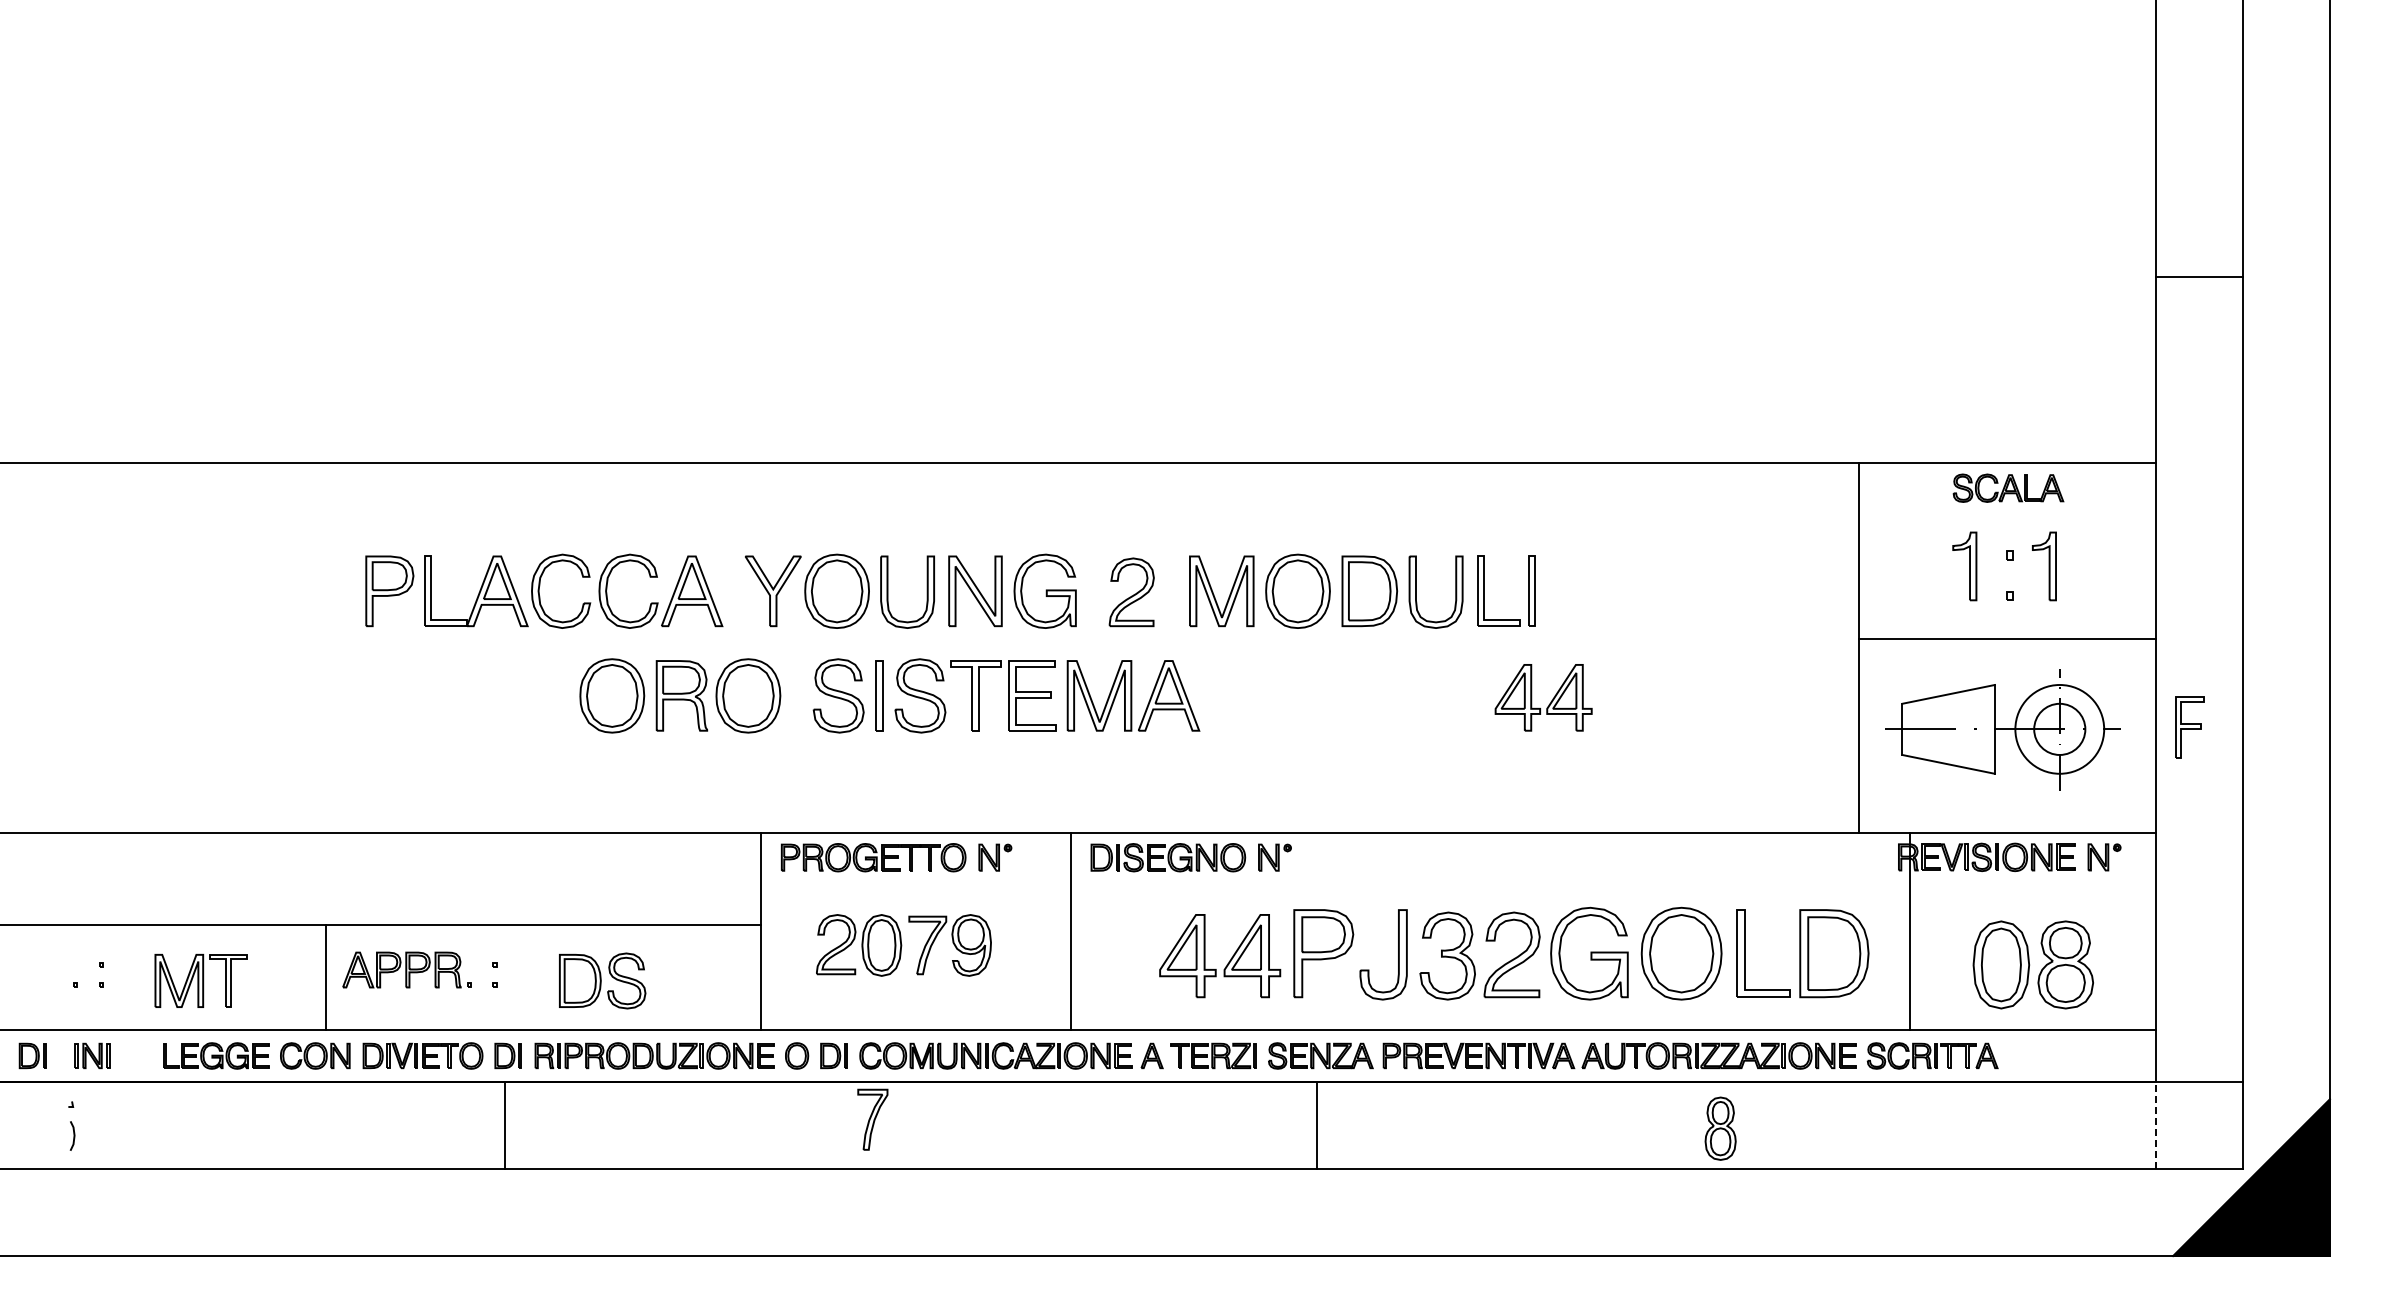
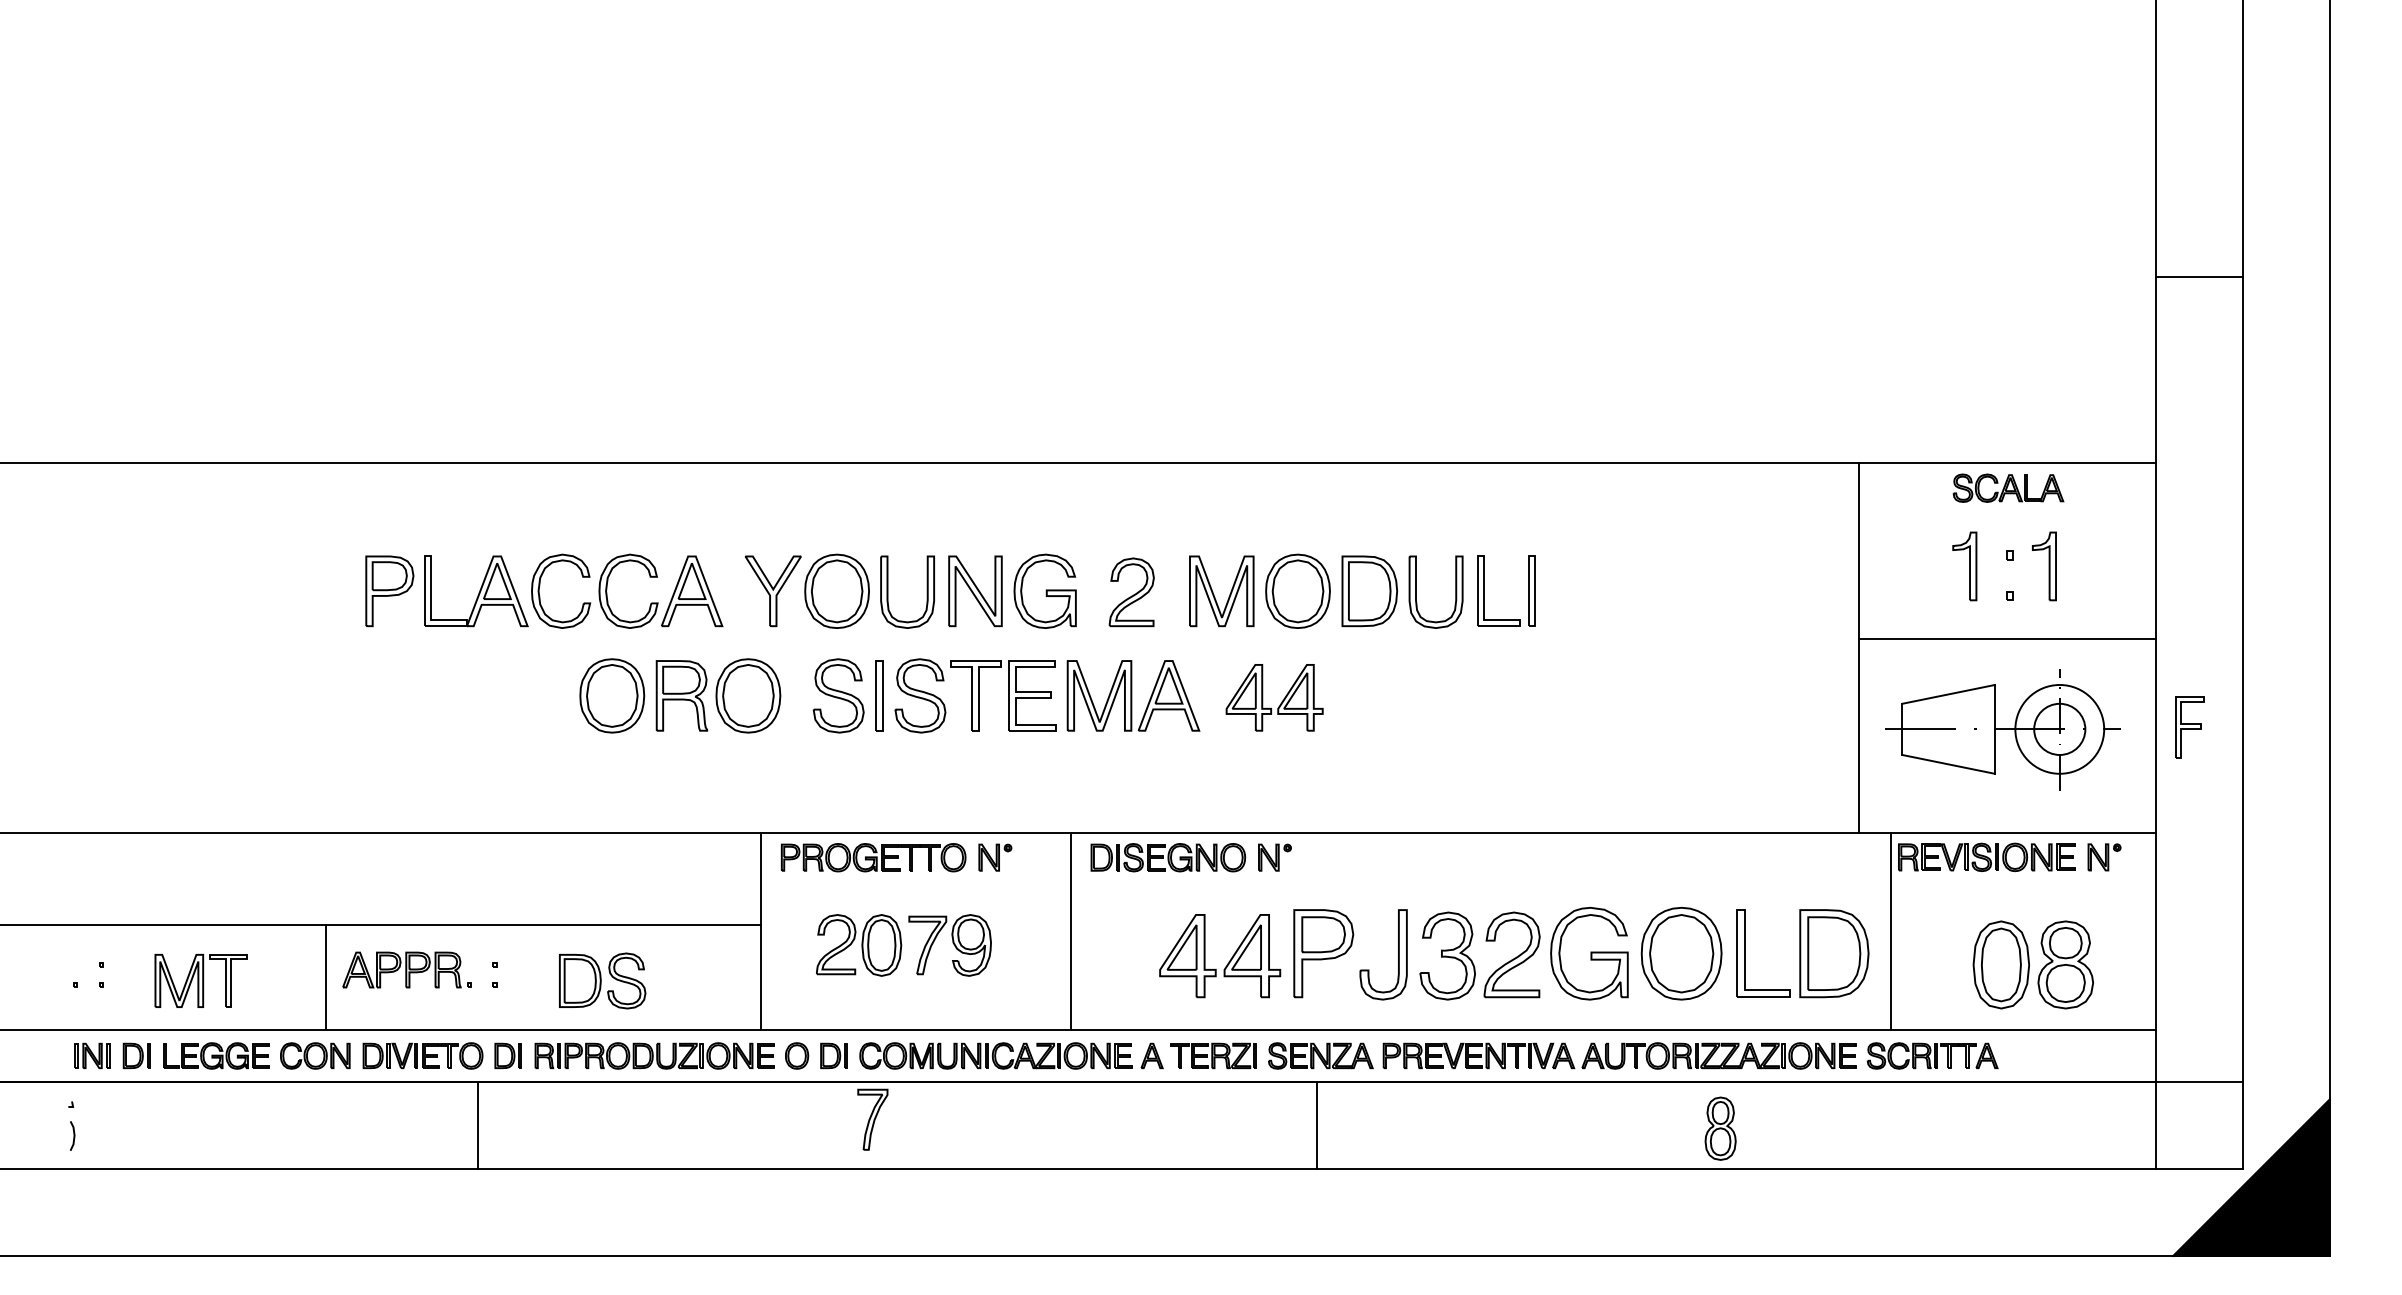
part at (1550, 701) position: (1550, 701) -> (1281, 701)
line at (1909, 930) position: (1909, 930) -> (1890, 930)
part at (32, 1055) position: (32, 1055) -> (136, 1055)
line at (505, 1124) position: (505, 1124) -> (478, 1124)
line at (2155, 1125): dashed -> solid
